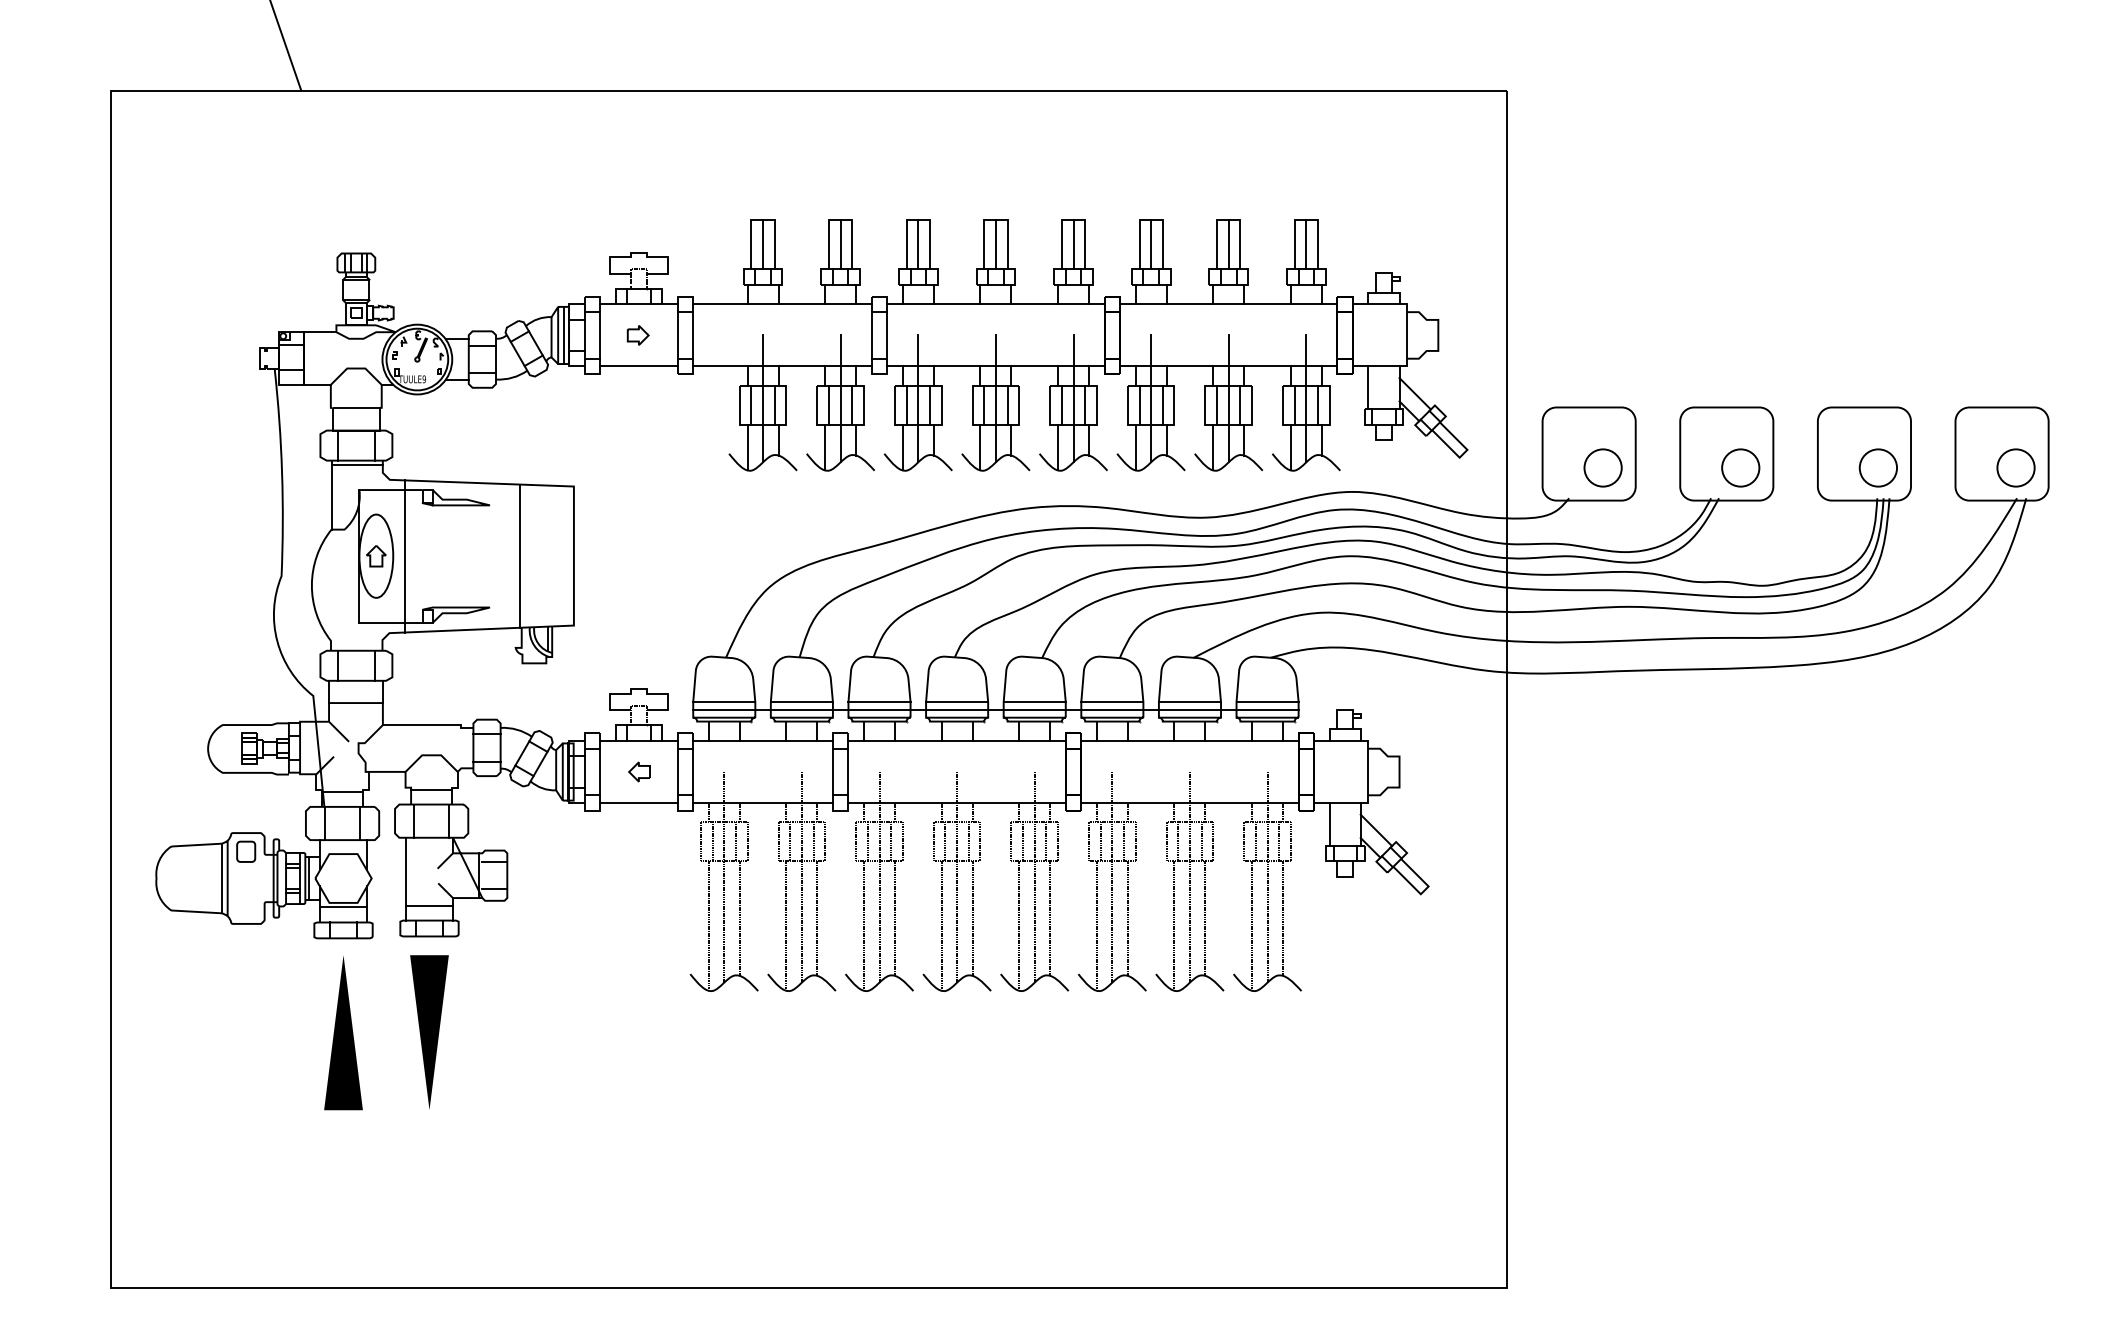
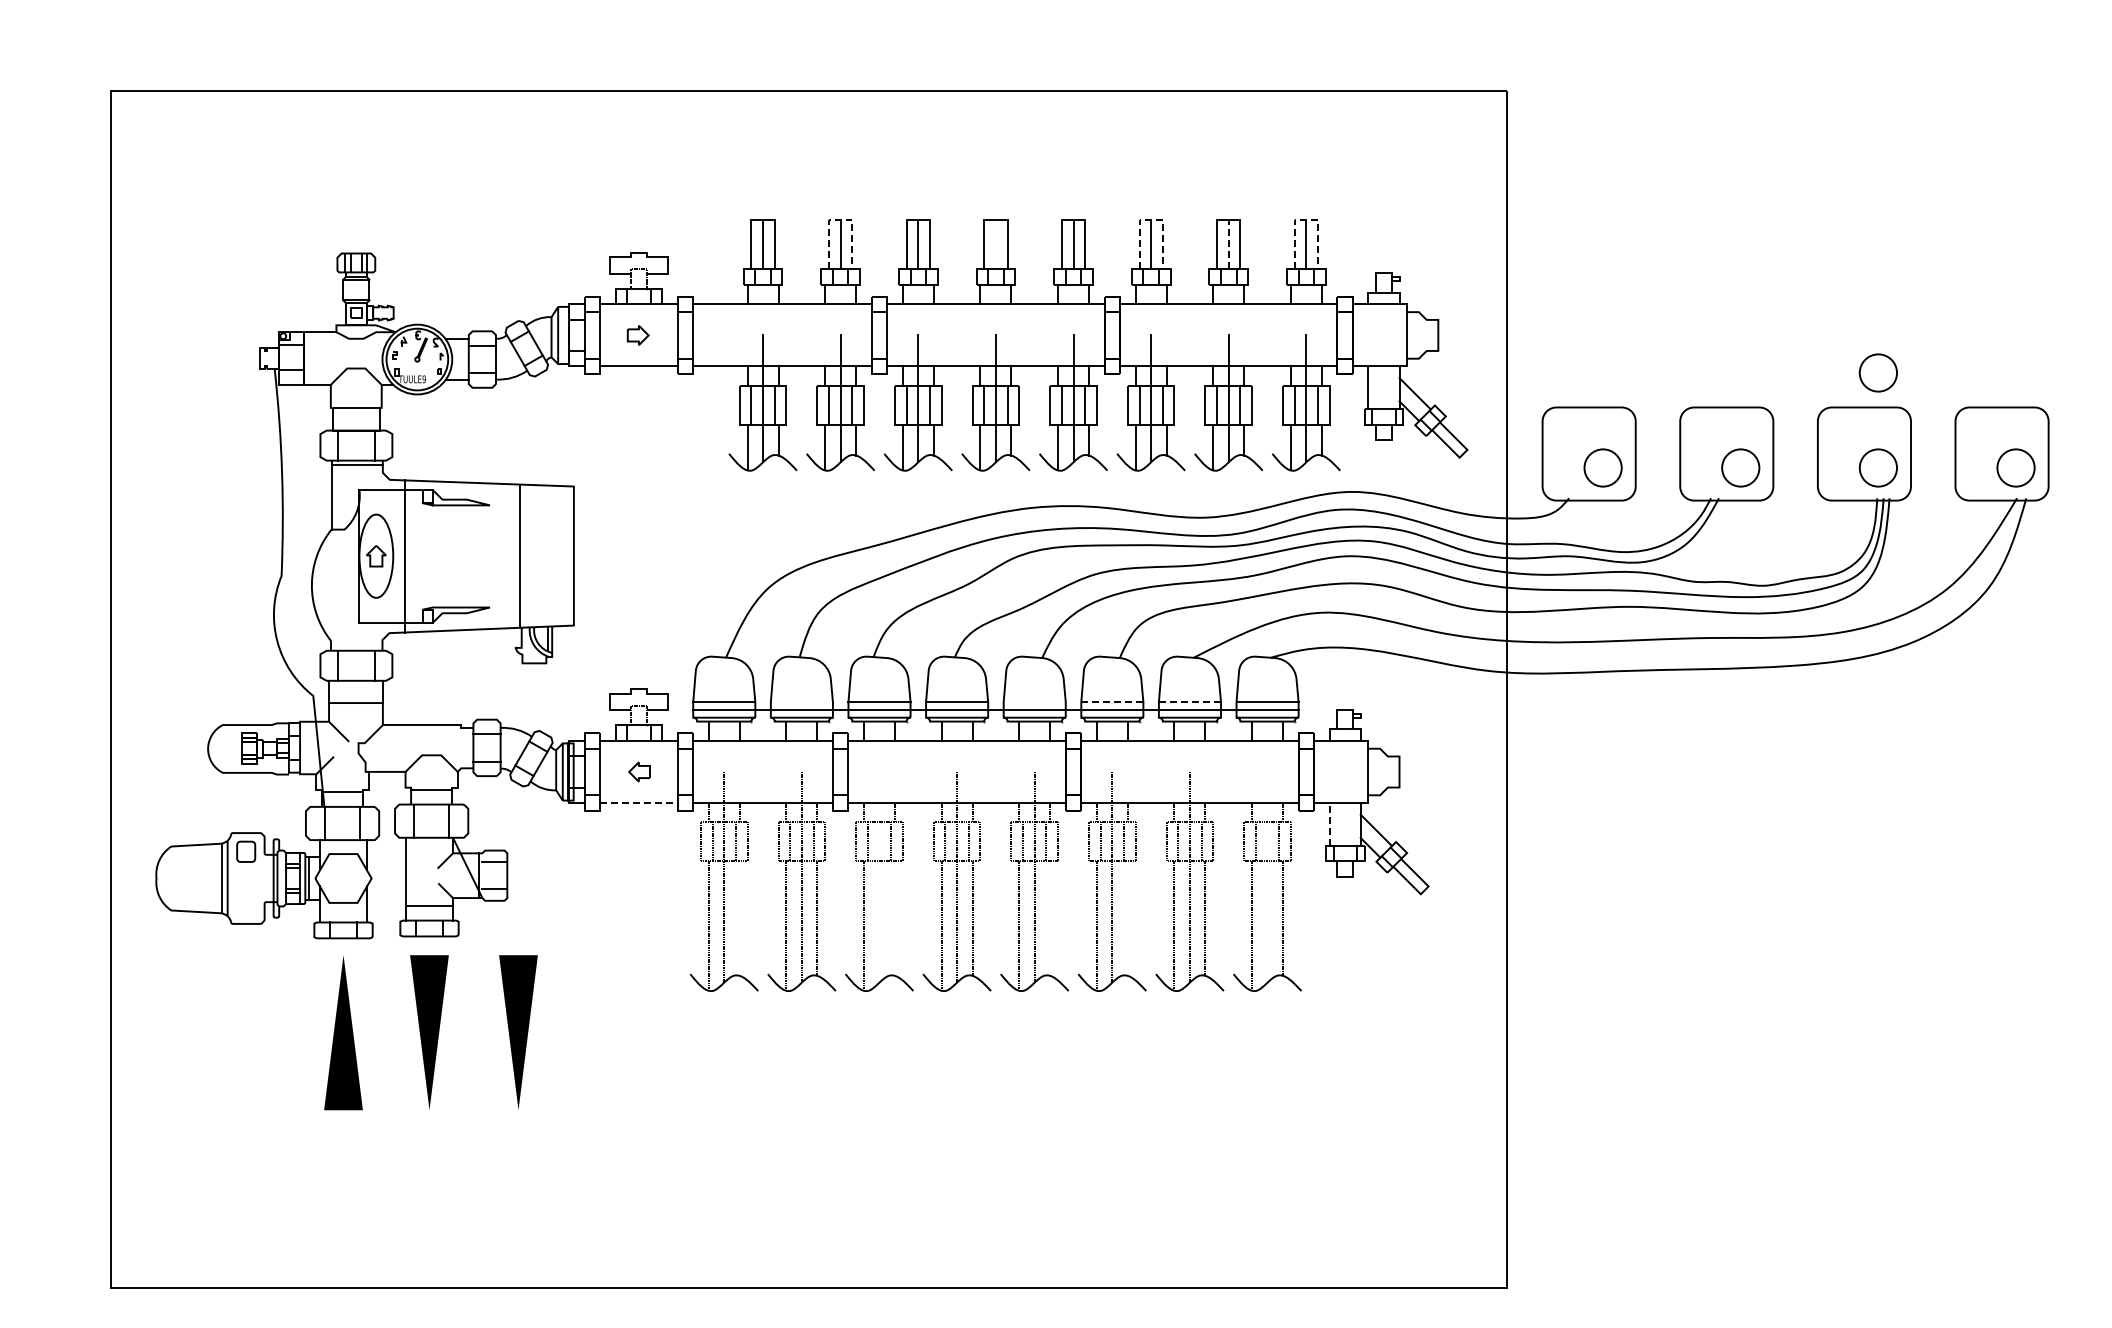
line at (285, 46): present -> none
line at (840, 219): solid -> dashed
line at (1151, 219): solid -> dashed
line at (1306, 219): solid -> dashed
line at (995, 244): present -> none
line at (1228, 244): solid -> dashed
line at (563, 335): present -> none
circle at (1877, 372): none -> present
line at (801, 702): present -> none
line at (1034, 702): present -> none
line at (1112, 702): solid -> dashed
line at (1190, 702): solid -> dashed
line at (638, 803): solid -> dashed
line at (1329, 823): solid -> dashed
line at (879, 877): present -> none
line at (1267, 877): present -> none
line at (343, 906): present -> none
line at (739, 918): present -> none
line at (895, 918): present -> none
line at (1050, 918): present -> none
line at (1127, 918): present -> none
line at (518, 1032): none -> present
